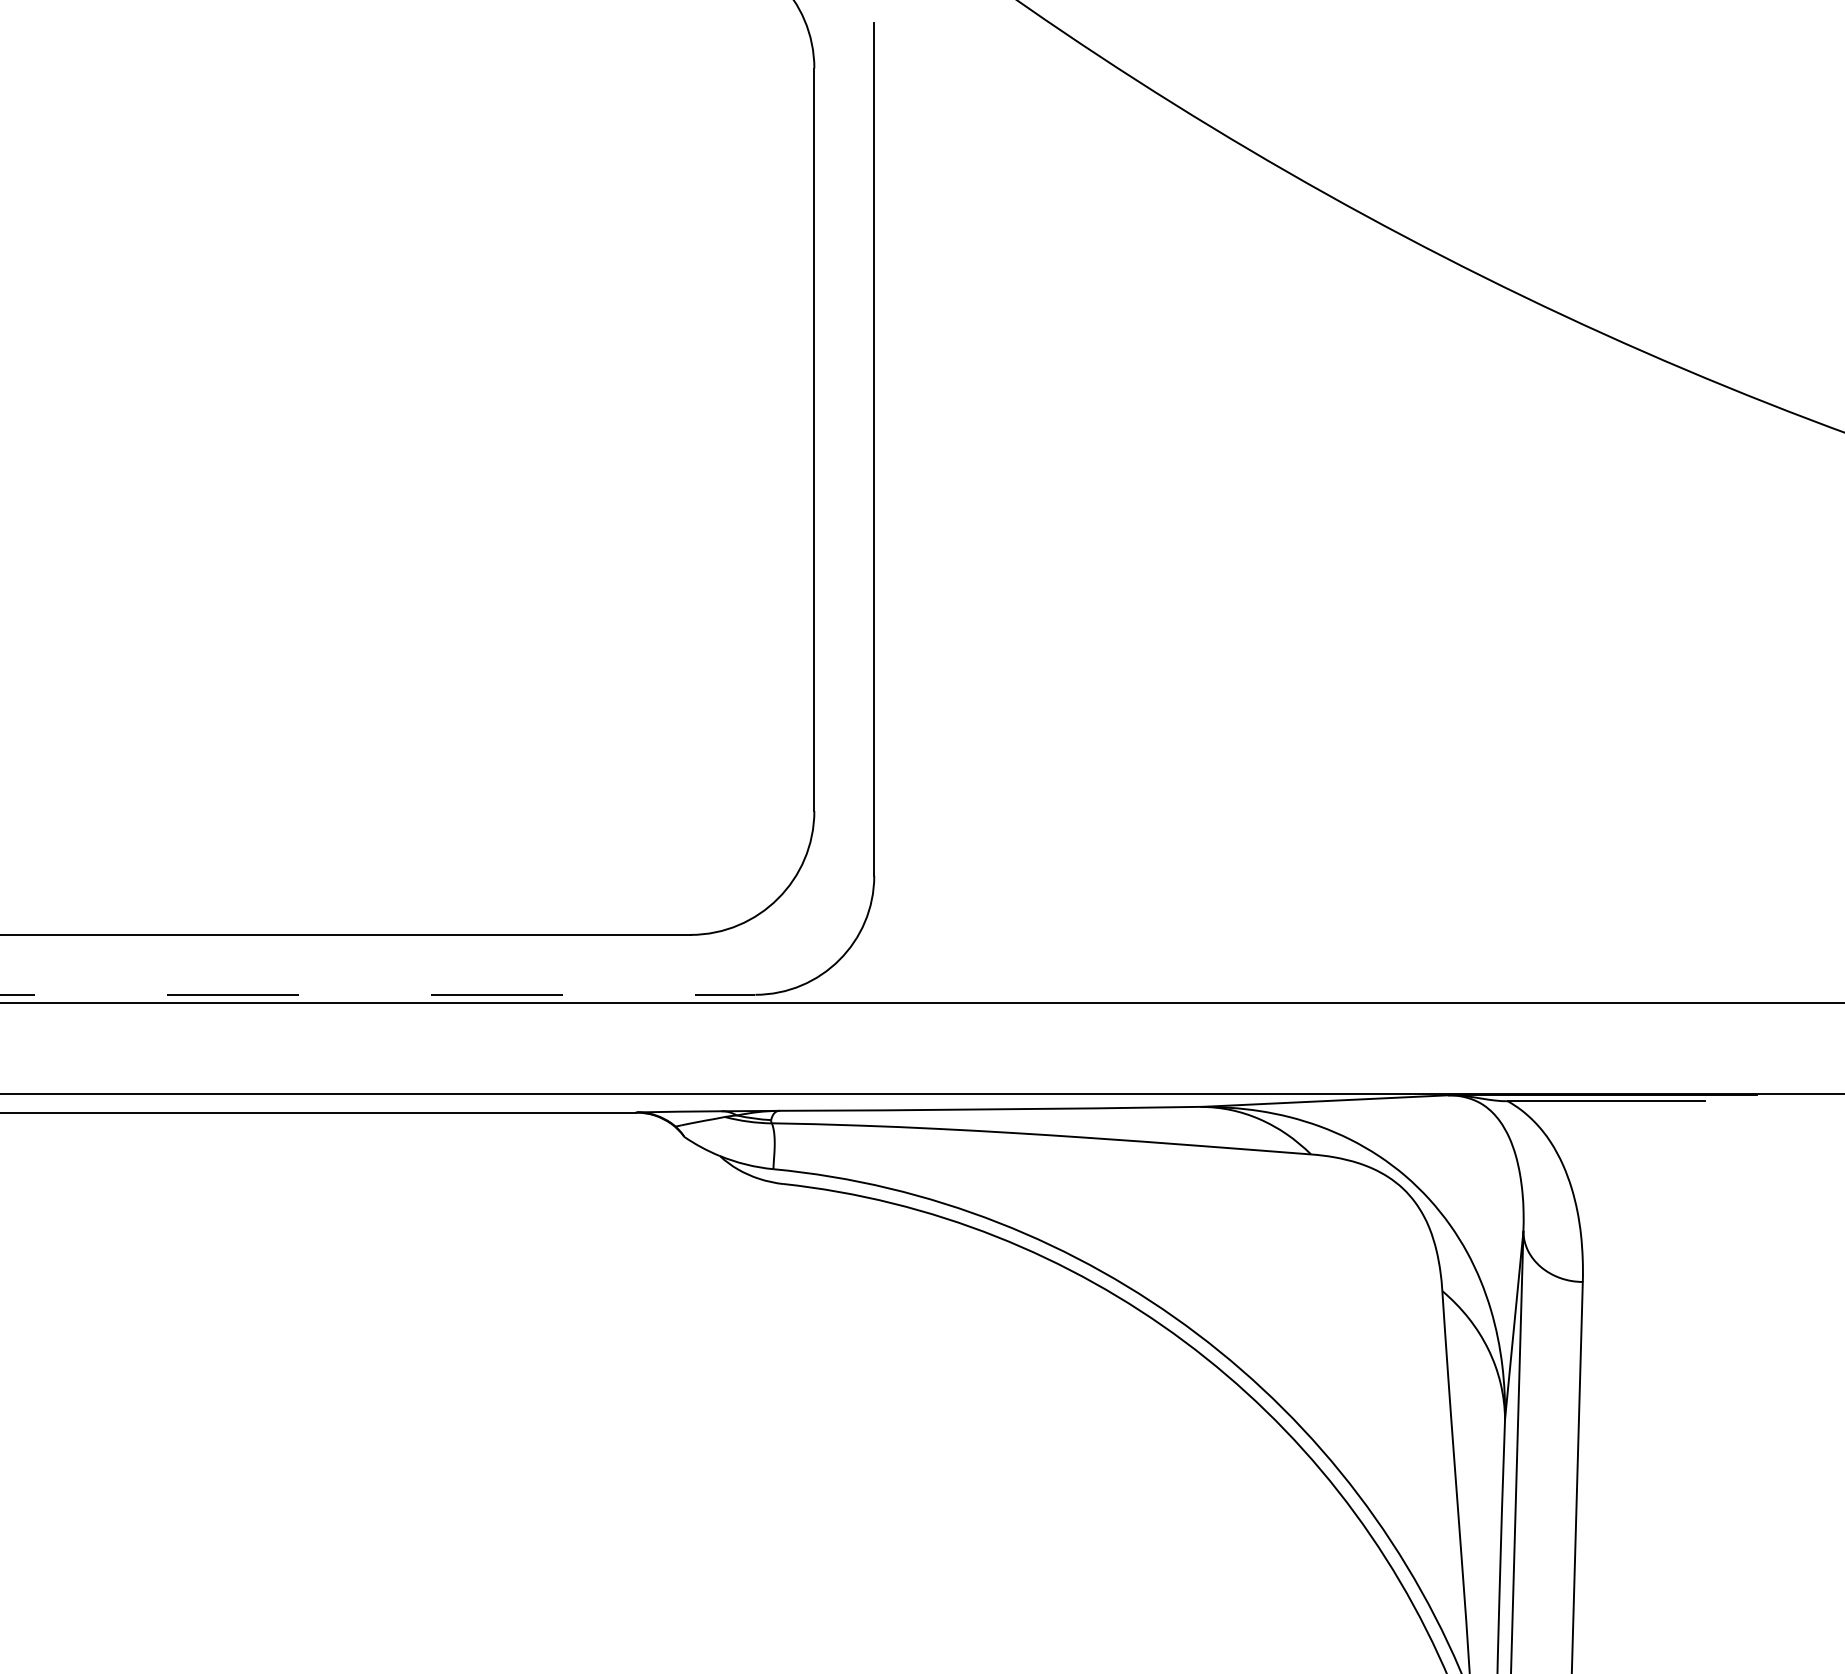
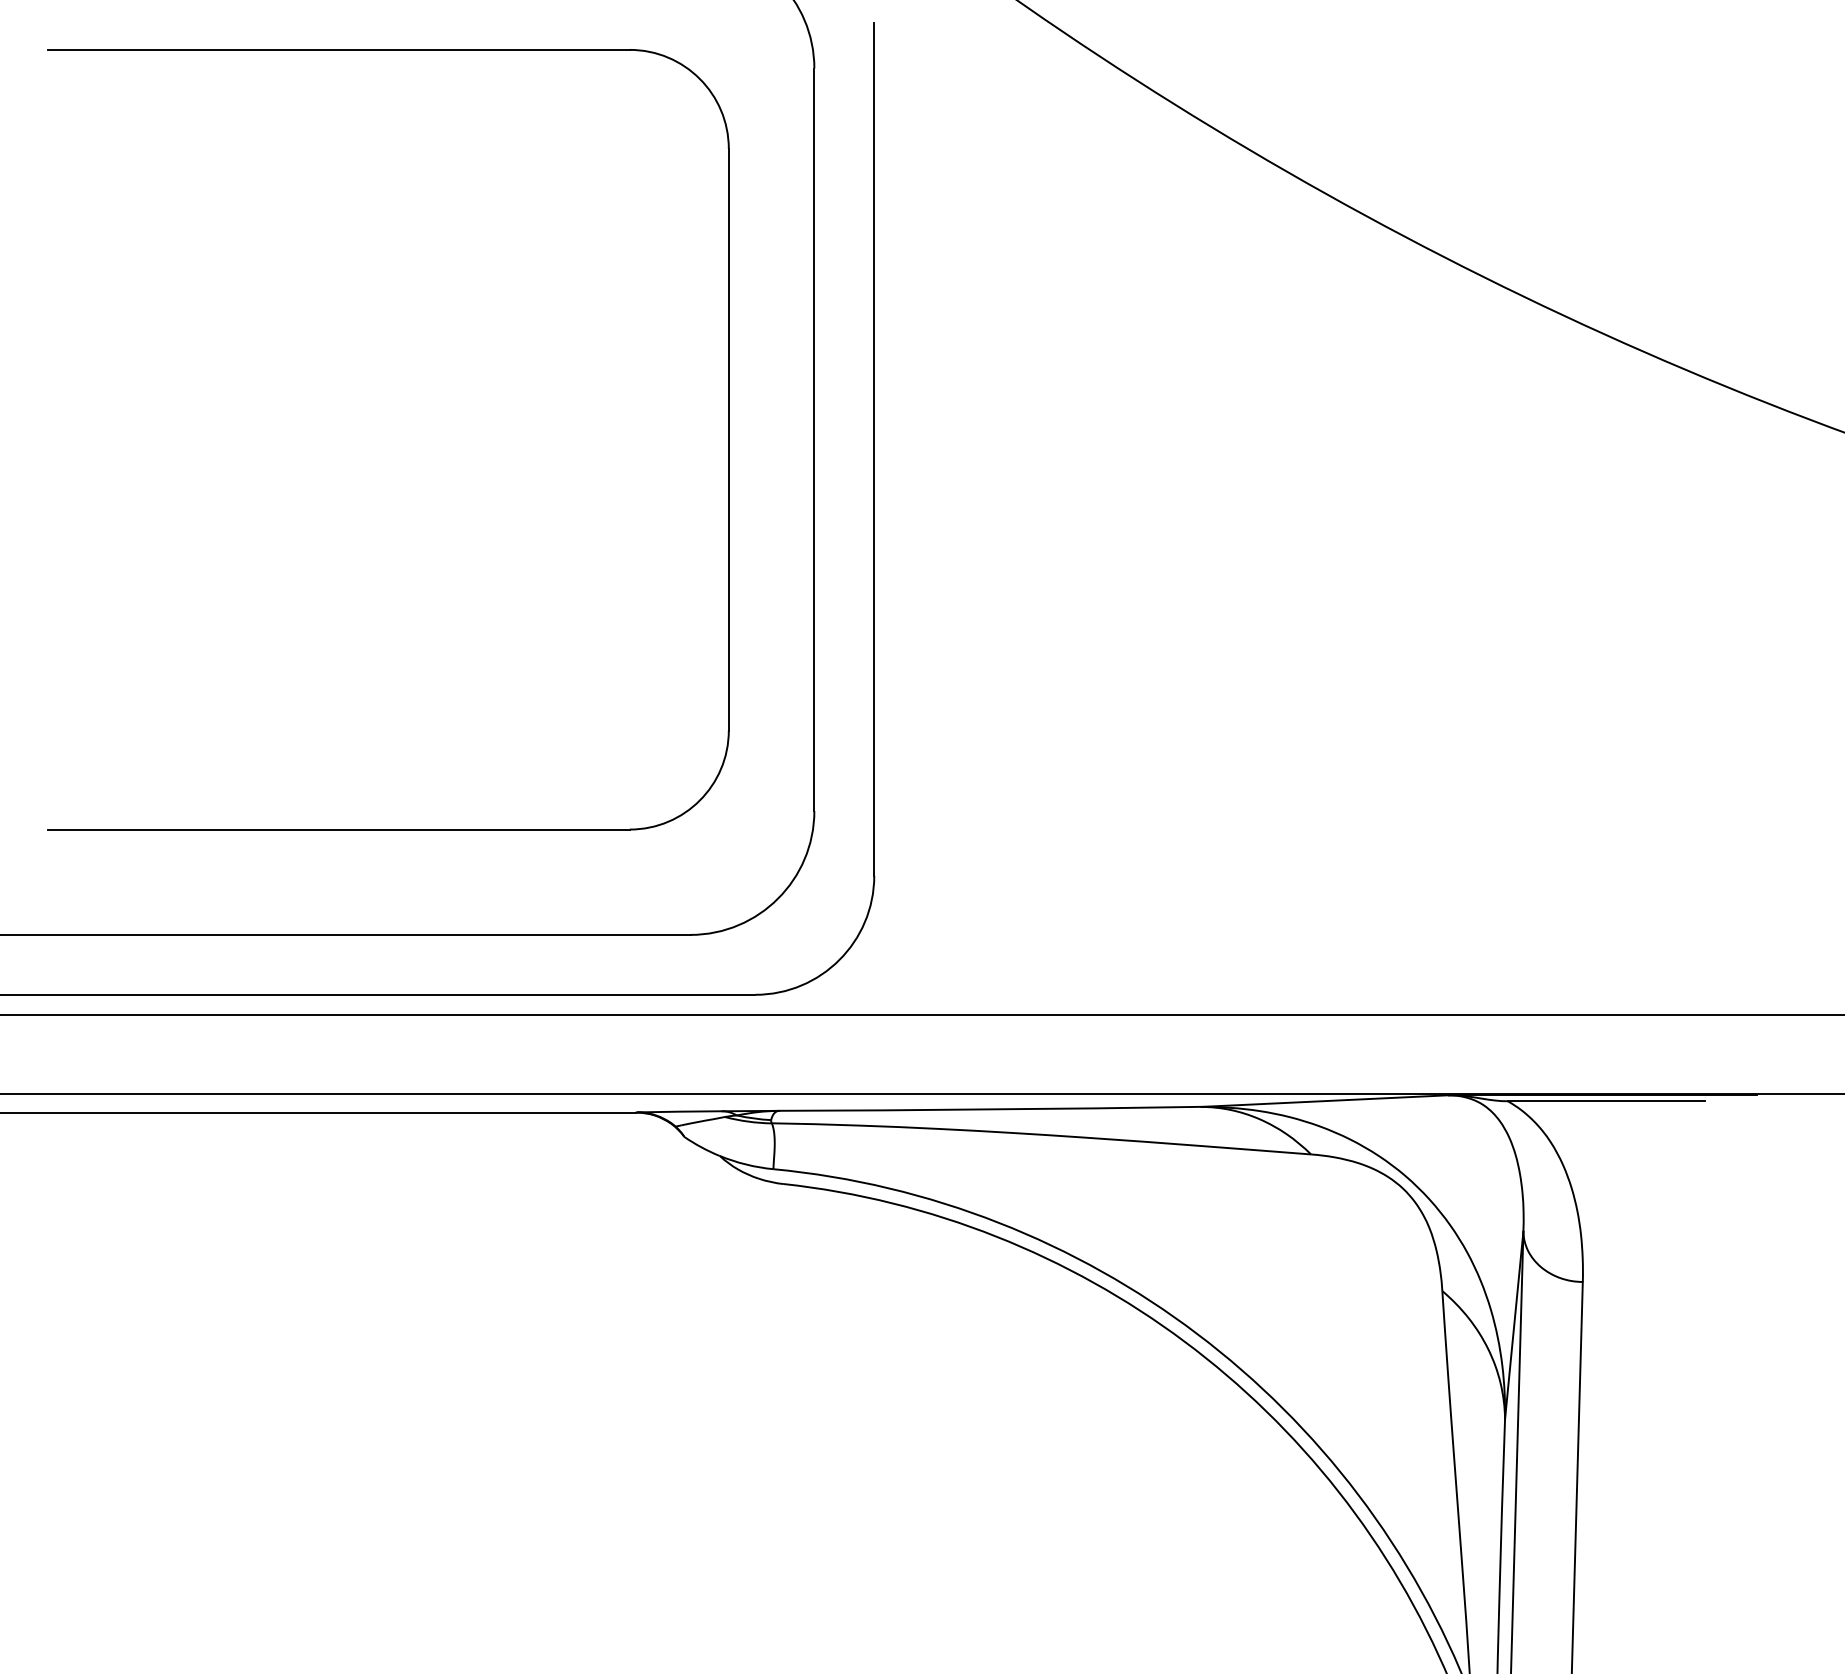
part at (728, 439): none -> present
line at (378, 994): dashed -> solid
line at (921, 1002) position: (921, 1002) -> (921, 1014)
